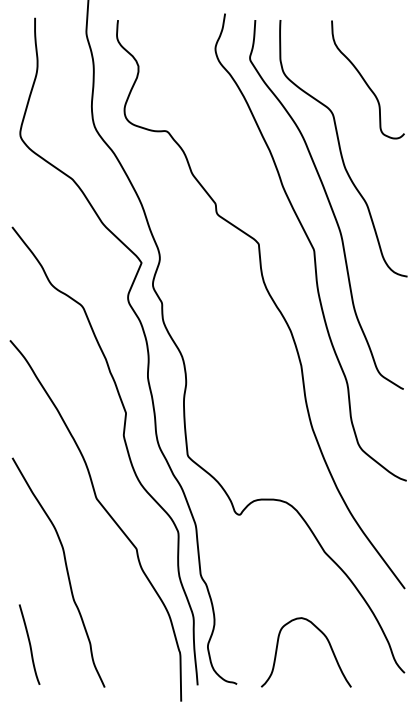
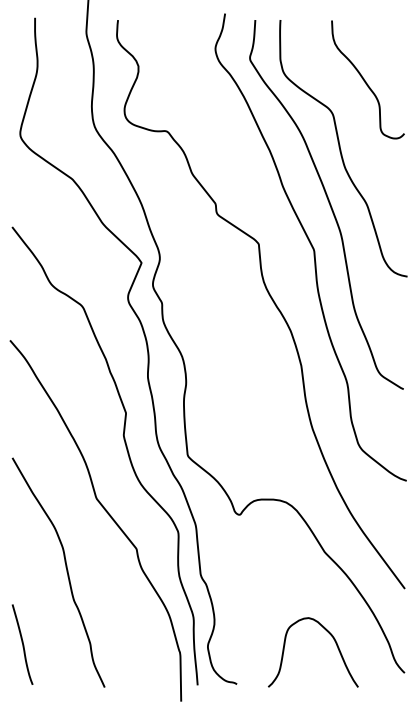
curve at (325, 638) position: (325, 638) -> (332, 638)
curve at (29, 644) position: (29, 644) -> (22, 644)
